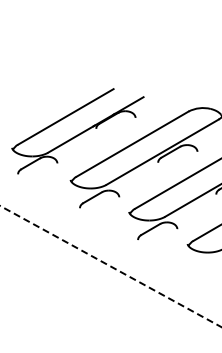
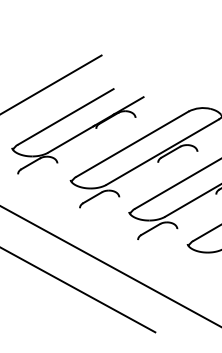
line at (51, 84): none -> present
line at (111, 266): dashed -> solid
line at (78, 290): none -> present
